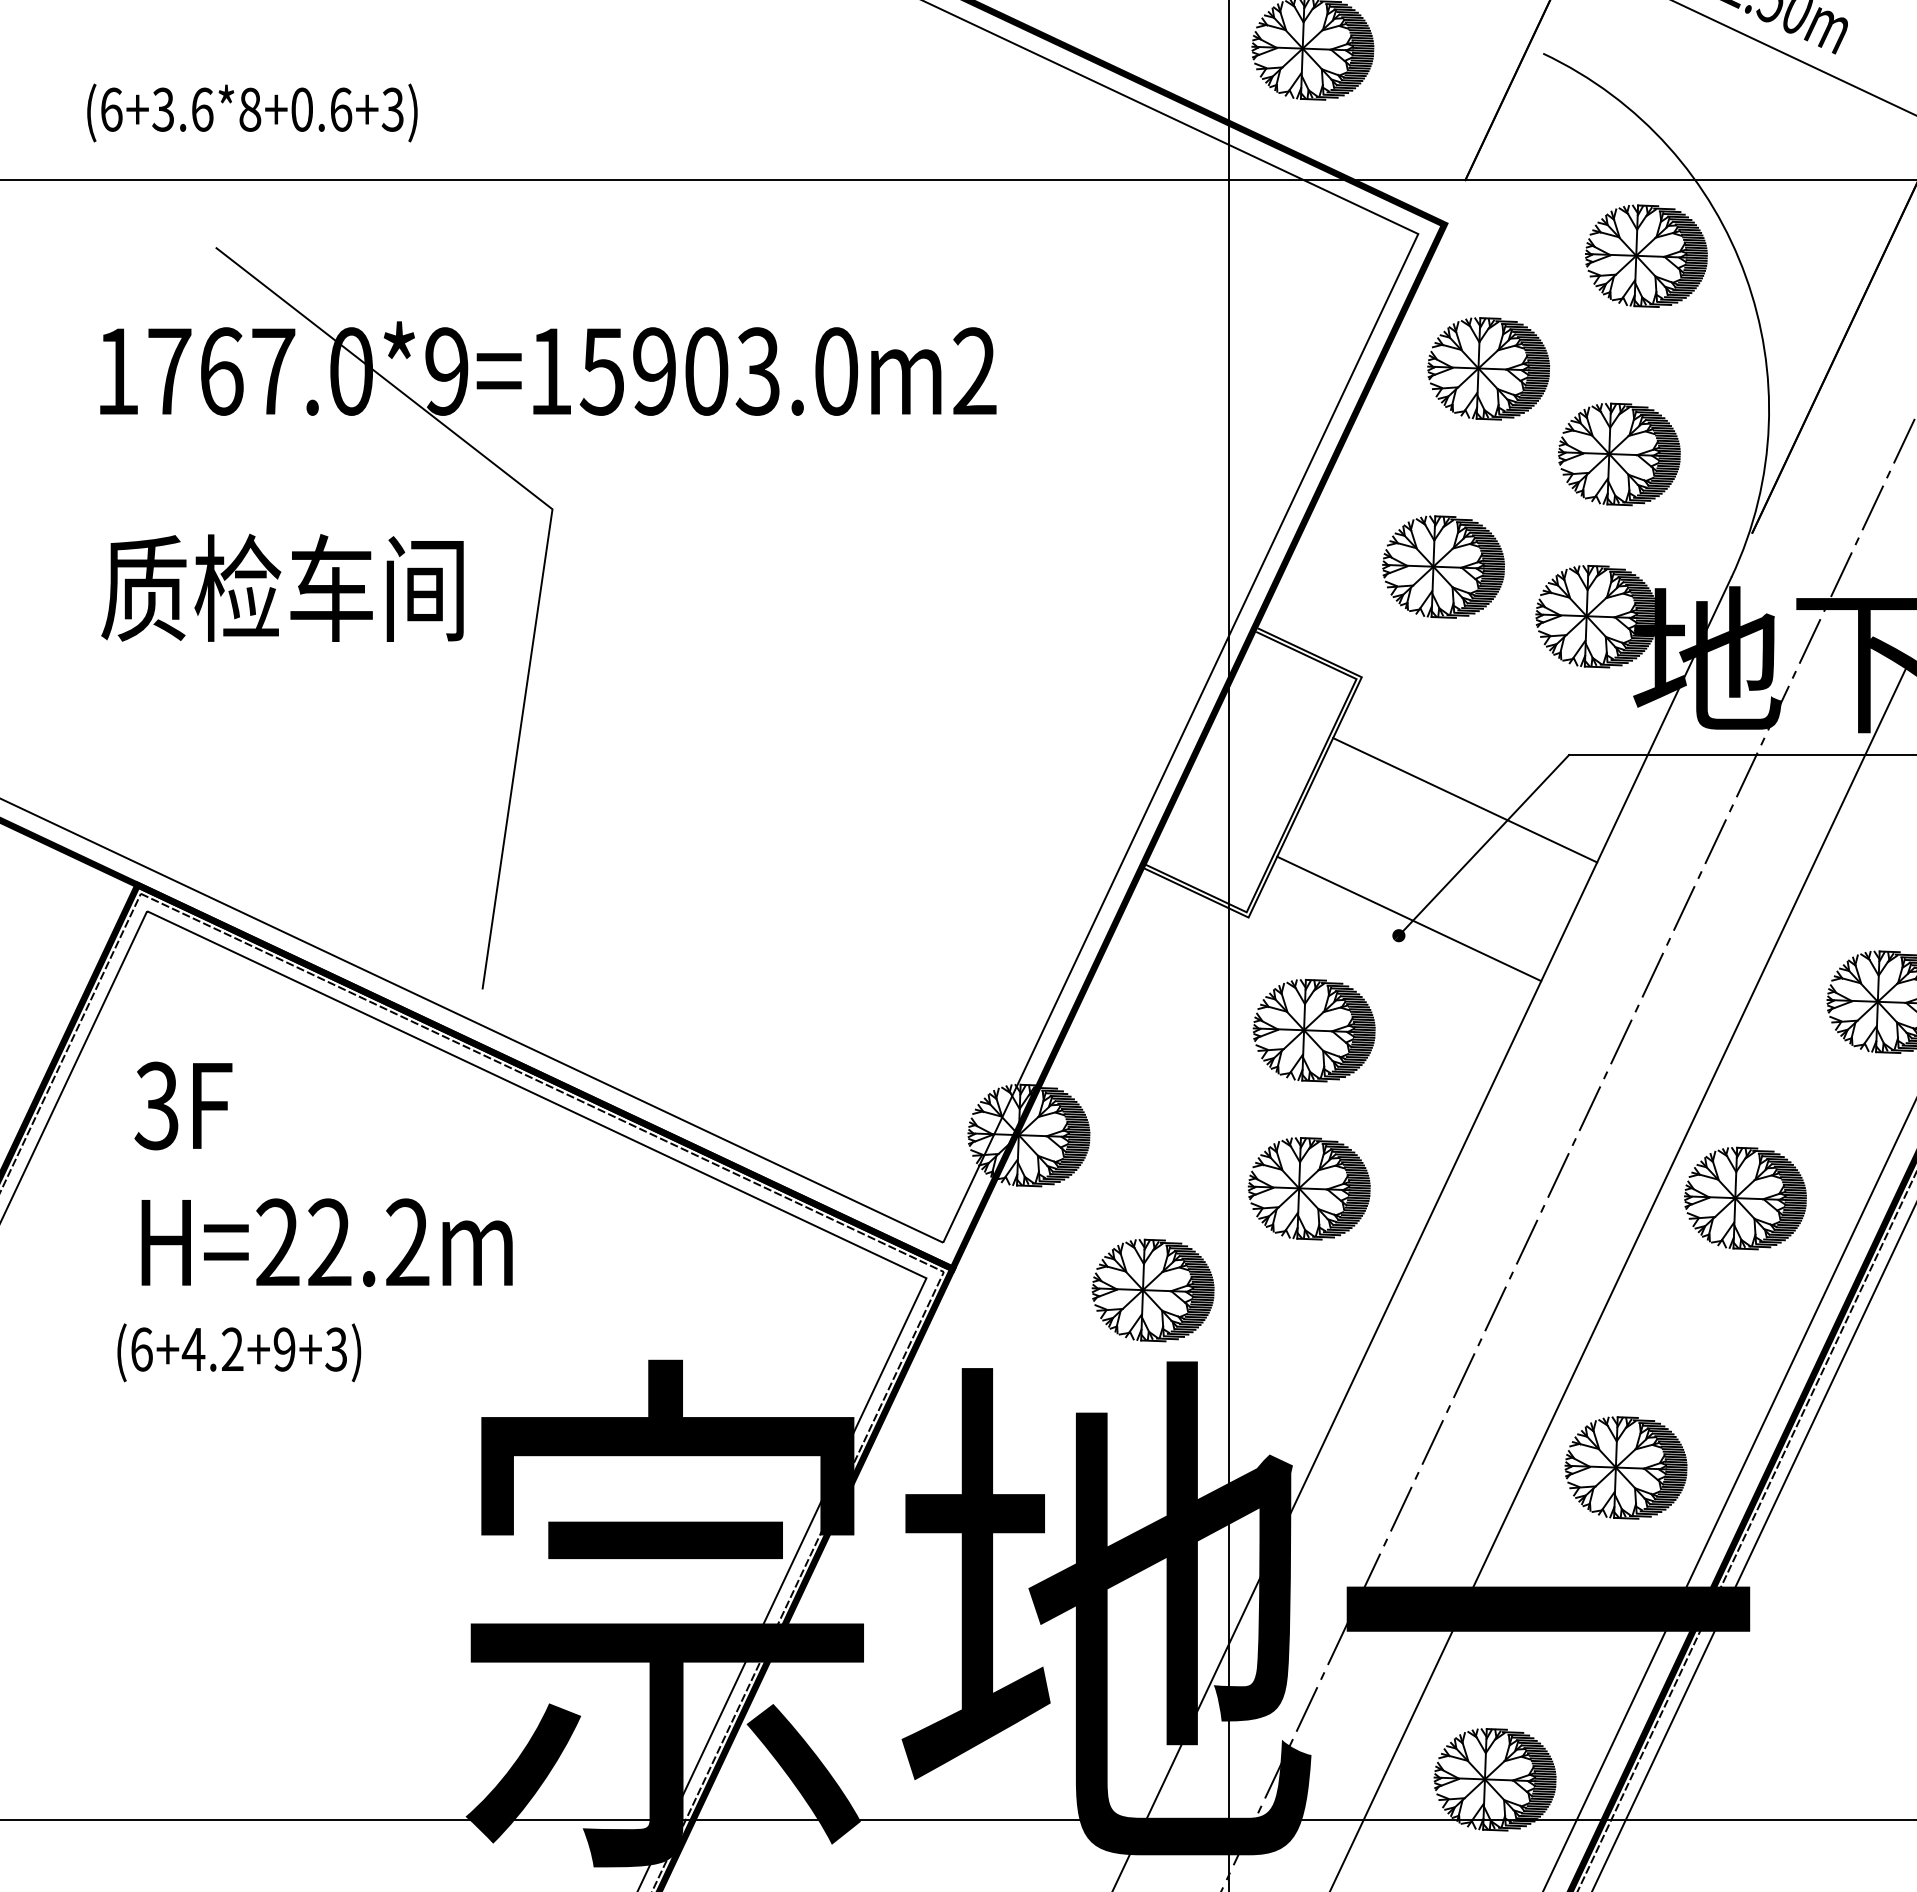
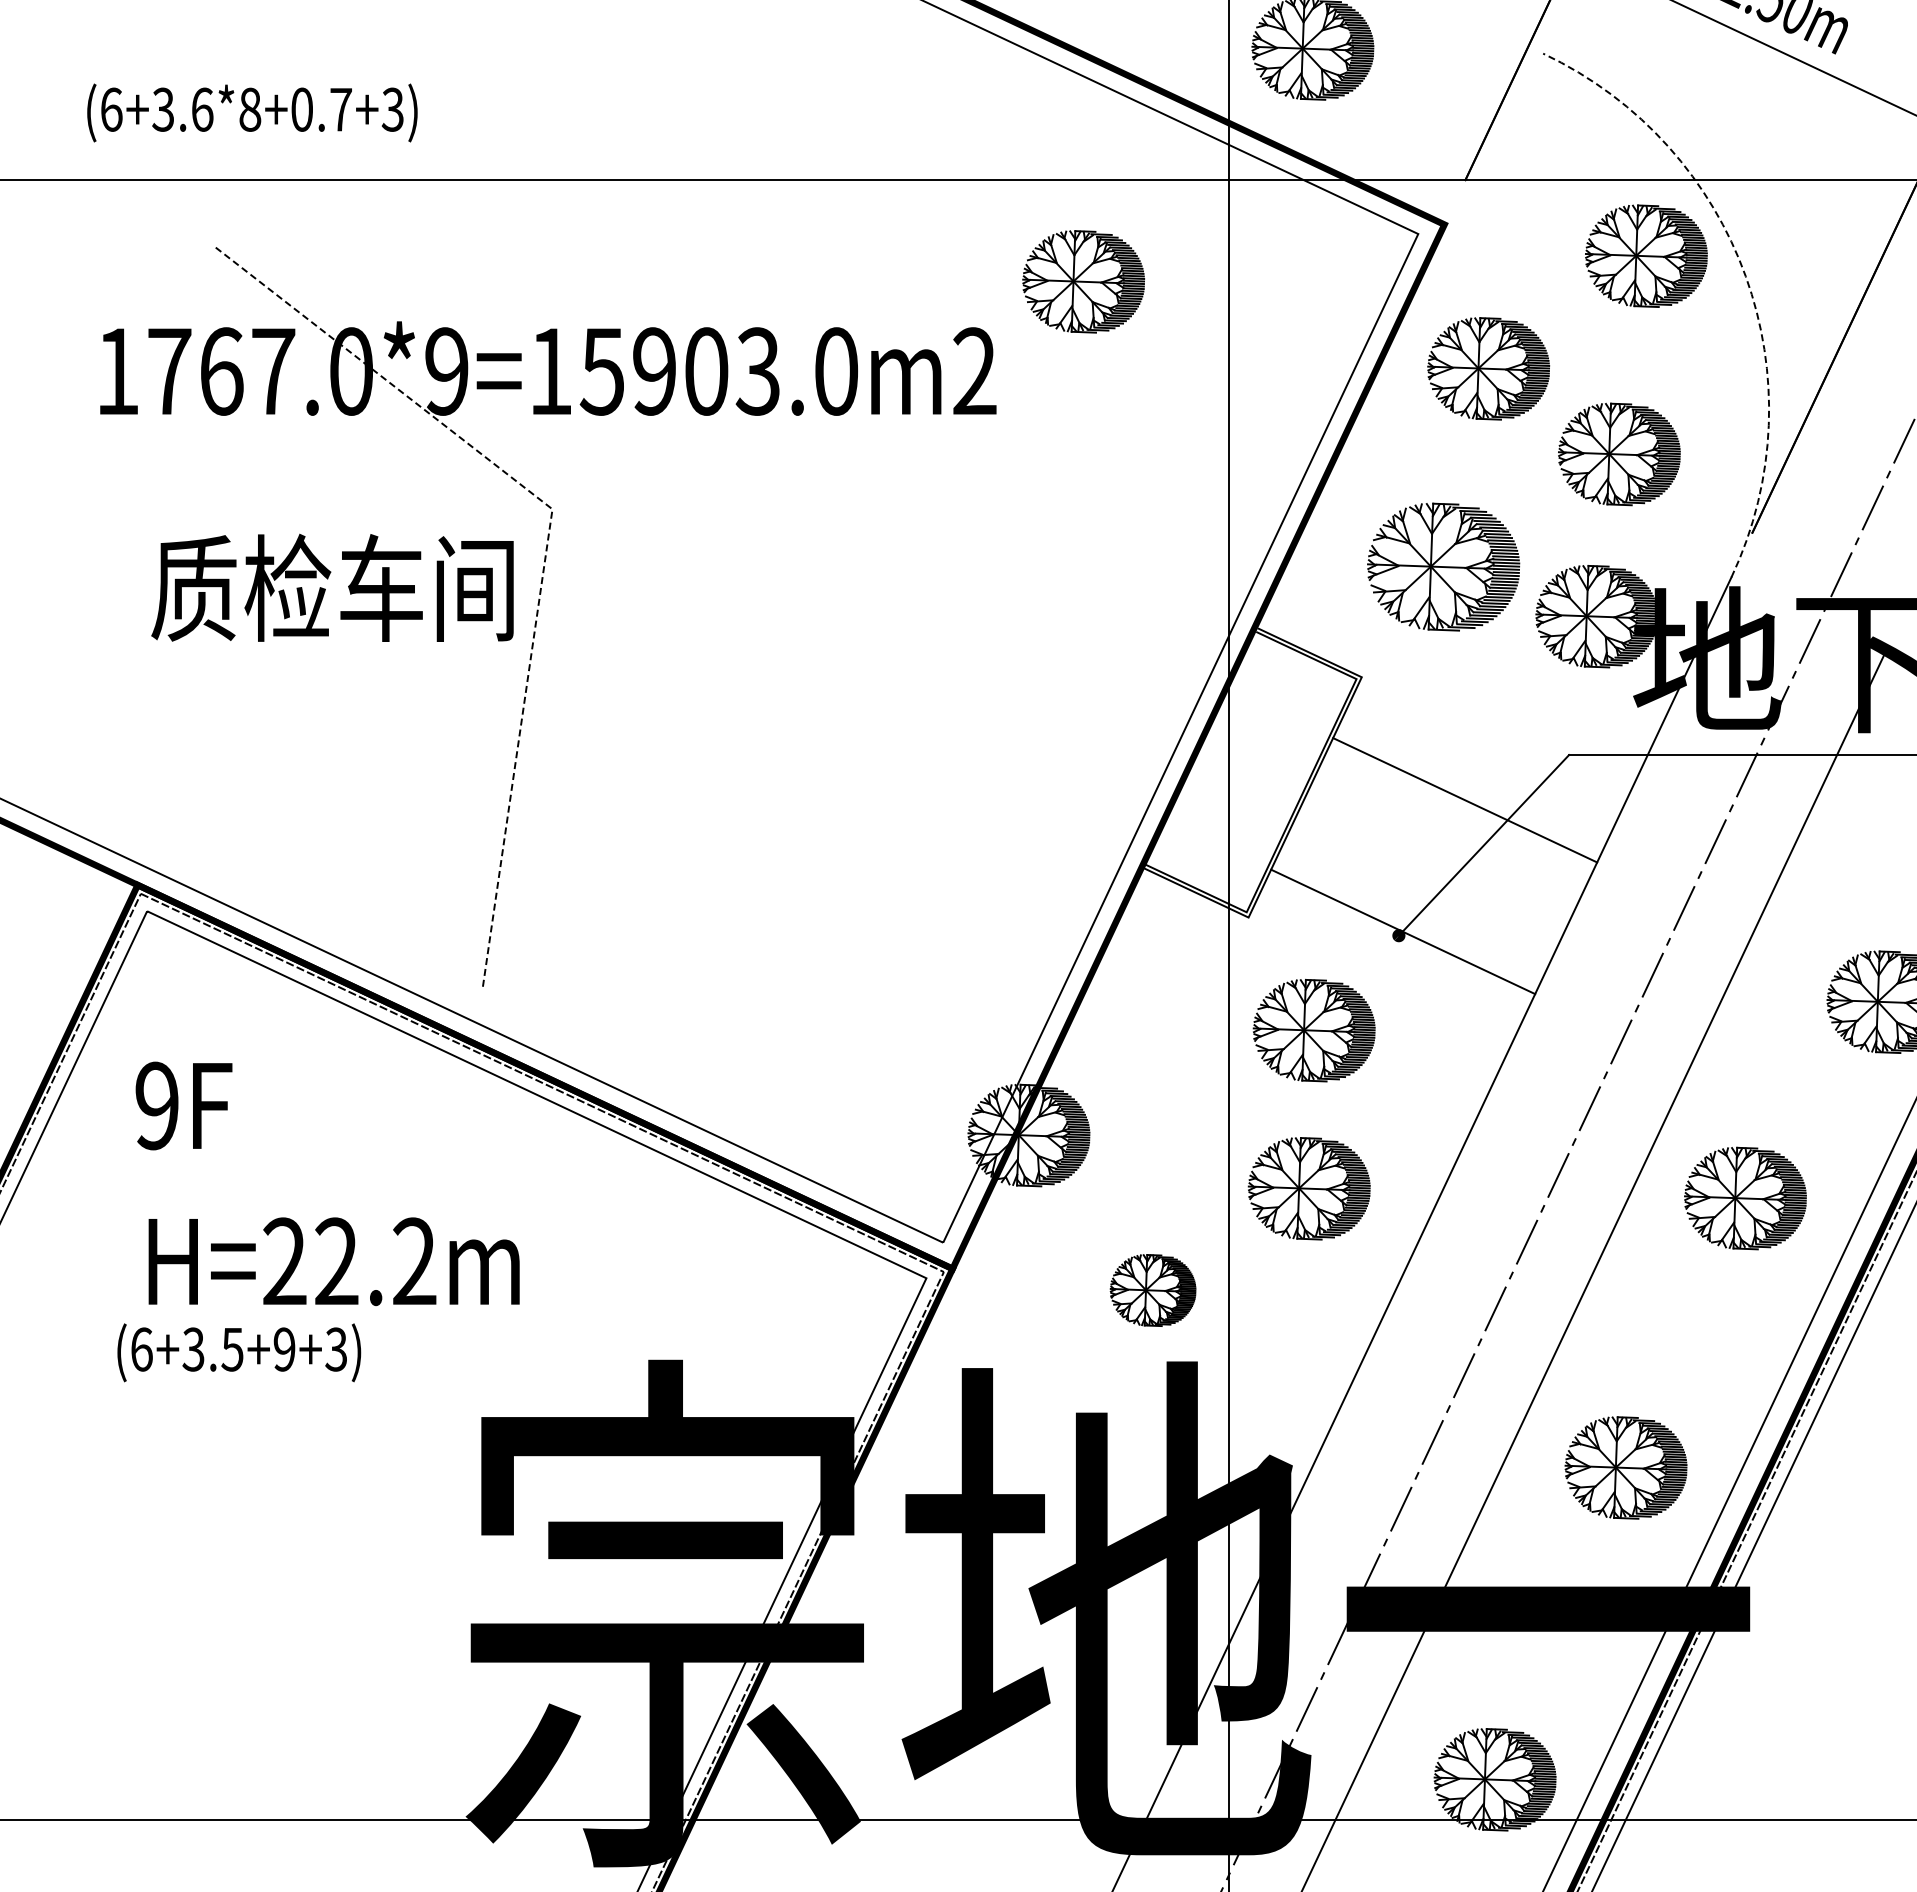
text at (341, 109): (6+3.6*8+0.6+3) -> (6+3.6*8+0.7+3)
arc at (1745, 276): solid -> dashed
part at (1083, 281): none -> present
line at (548, 537): solid -> dashed
part at (1443, 566) size: 123x104 px -> 154x130 px
text at (282, 587) position: (282, 587) -> (332, 587)
line at (1409, 918) position: (1409, 918) -> (1403, 931)
text at (156, 1105): 3F -> 9F
text at (326, 1242) position: (326, 1242) -> (333, 1261)
line at (1620, 1274) position: (1620, 1274) -> (1594, 1269)
part at (1152, 1290) size: 124x105 px -> 88x73 px
text at (212, 1349): (6+4.2+9+3) -> (6+3.5+9+3)
